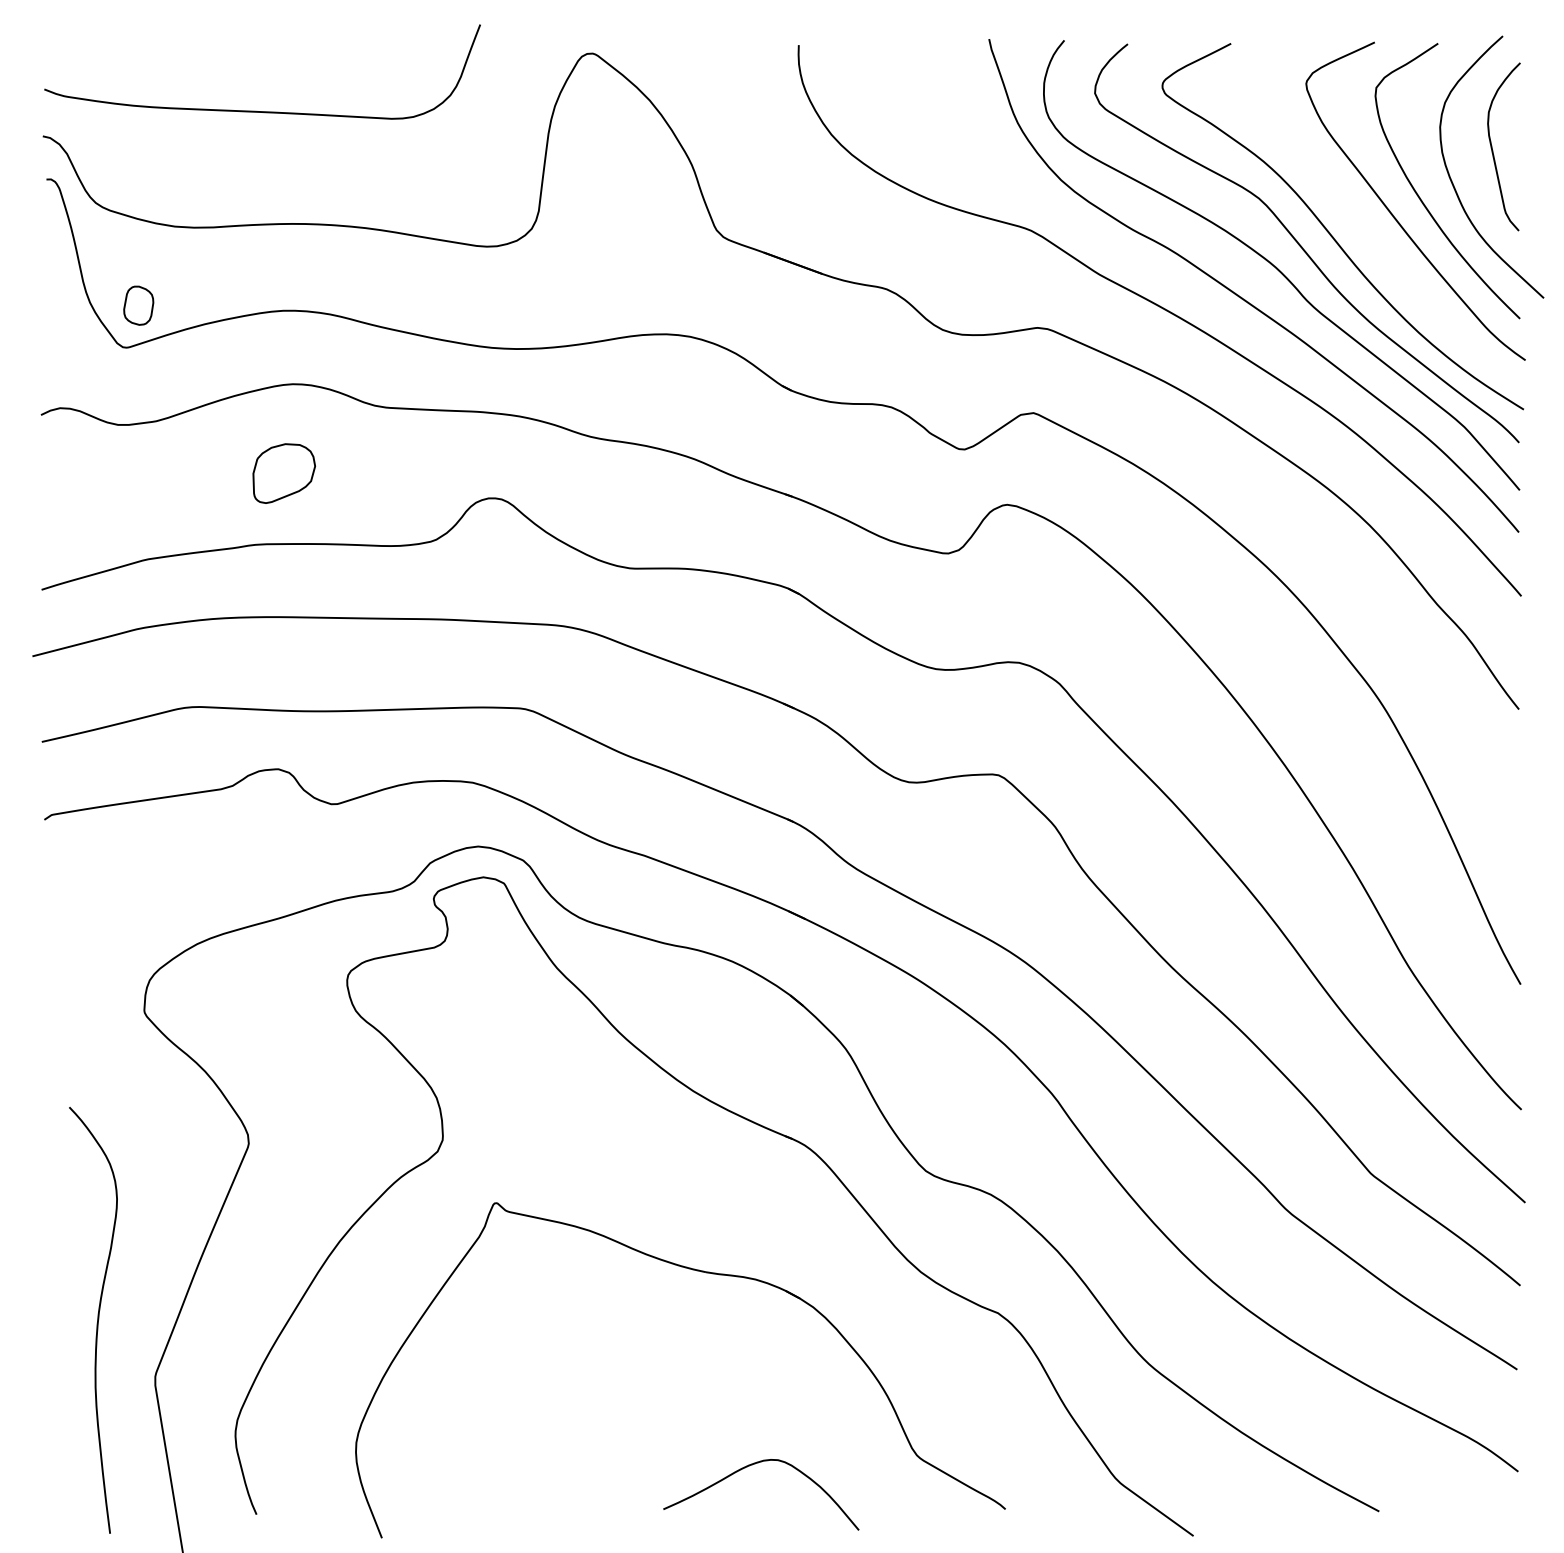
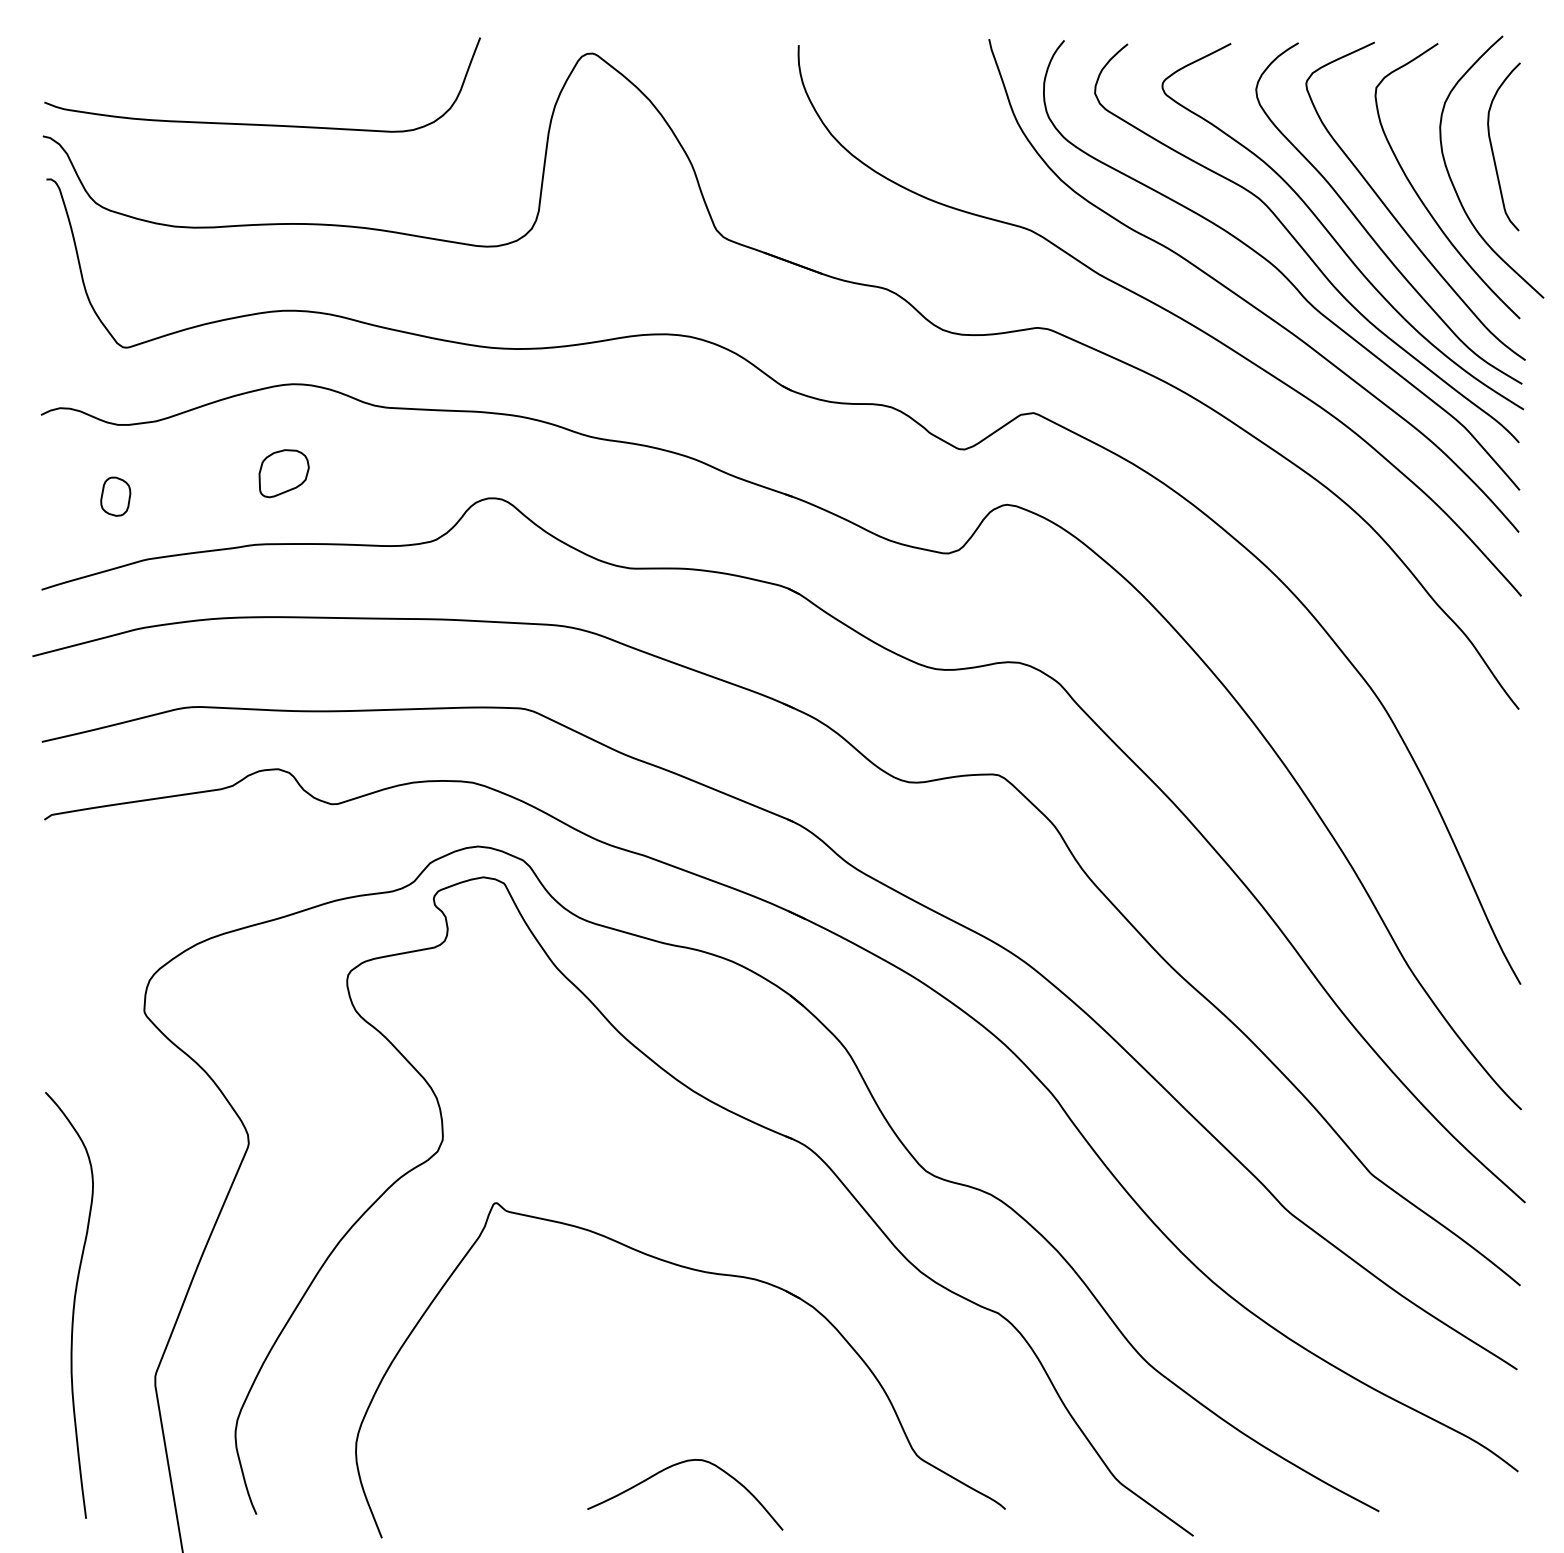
curve at (256, 110) position: (256, 110) -> (256, 123)
curve at (1368, 231): none -> present
part at (138, 305) position: (138, 305) -> (115, 496)
part at (283, 473) size: 64x61 px -> 52x50 px
curve at (97, 1320) position: (97, 1320) -> (73, 1305)
curve at (752, 1465) position: (752, 1465) -> (676, 1465)
